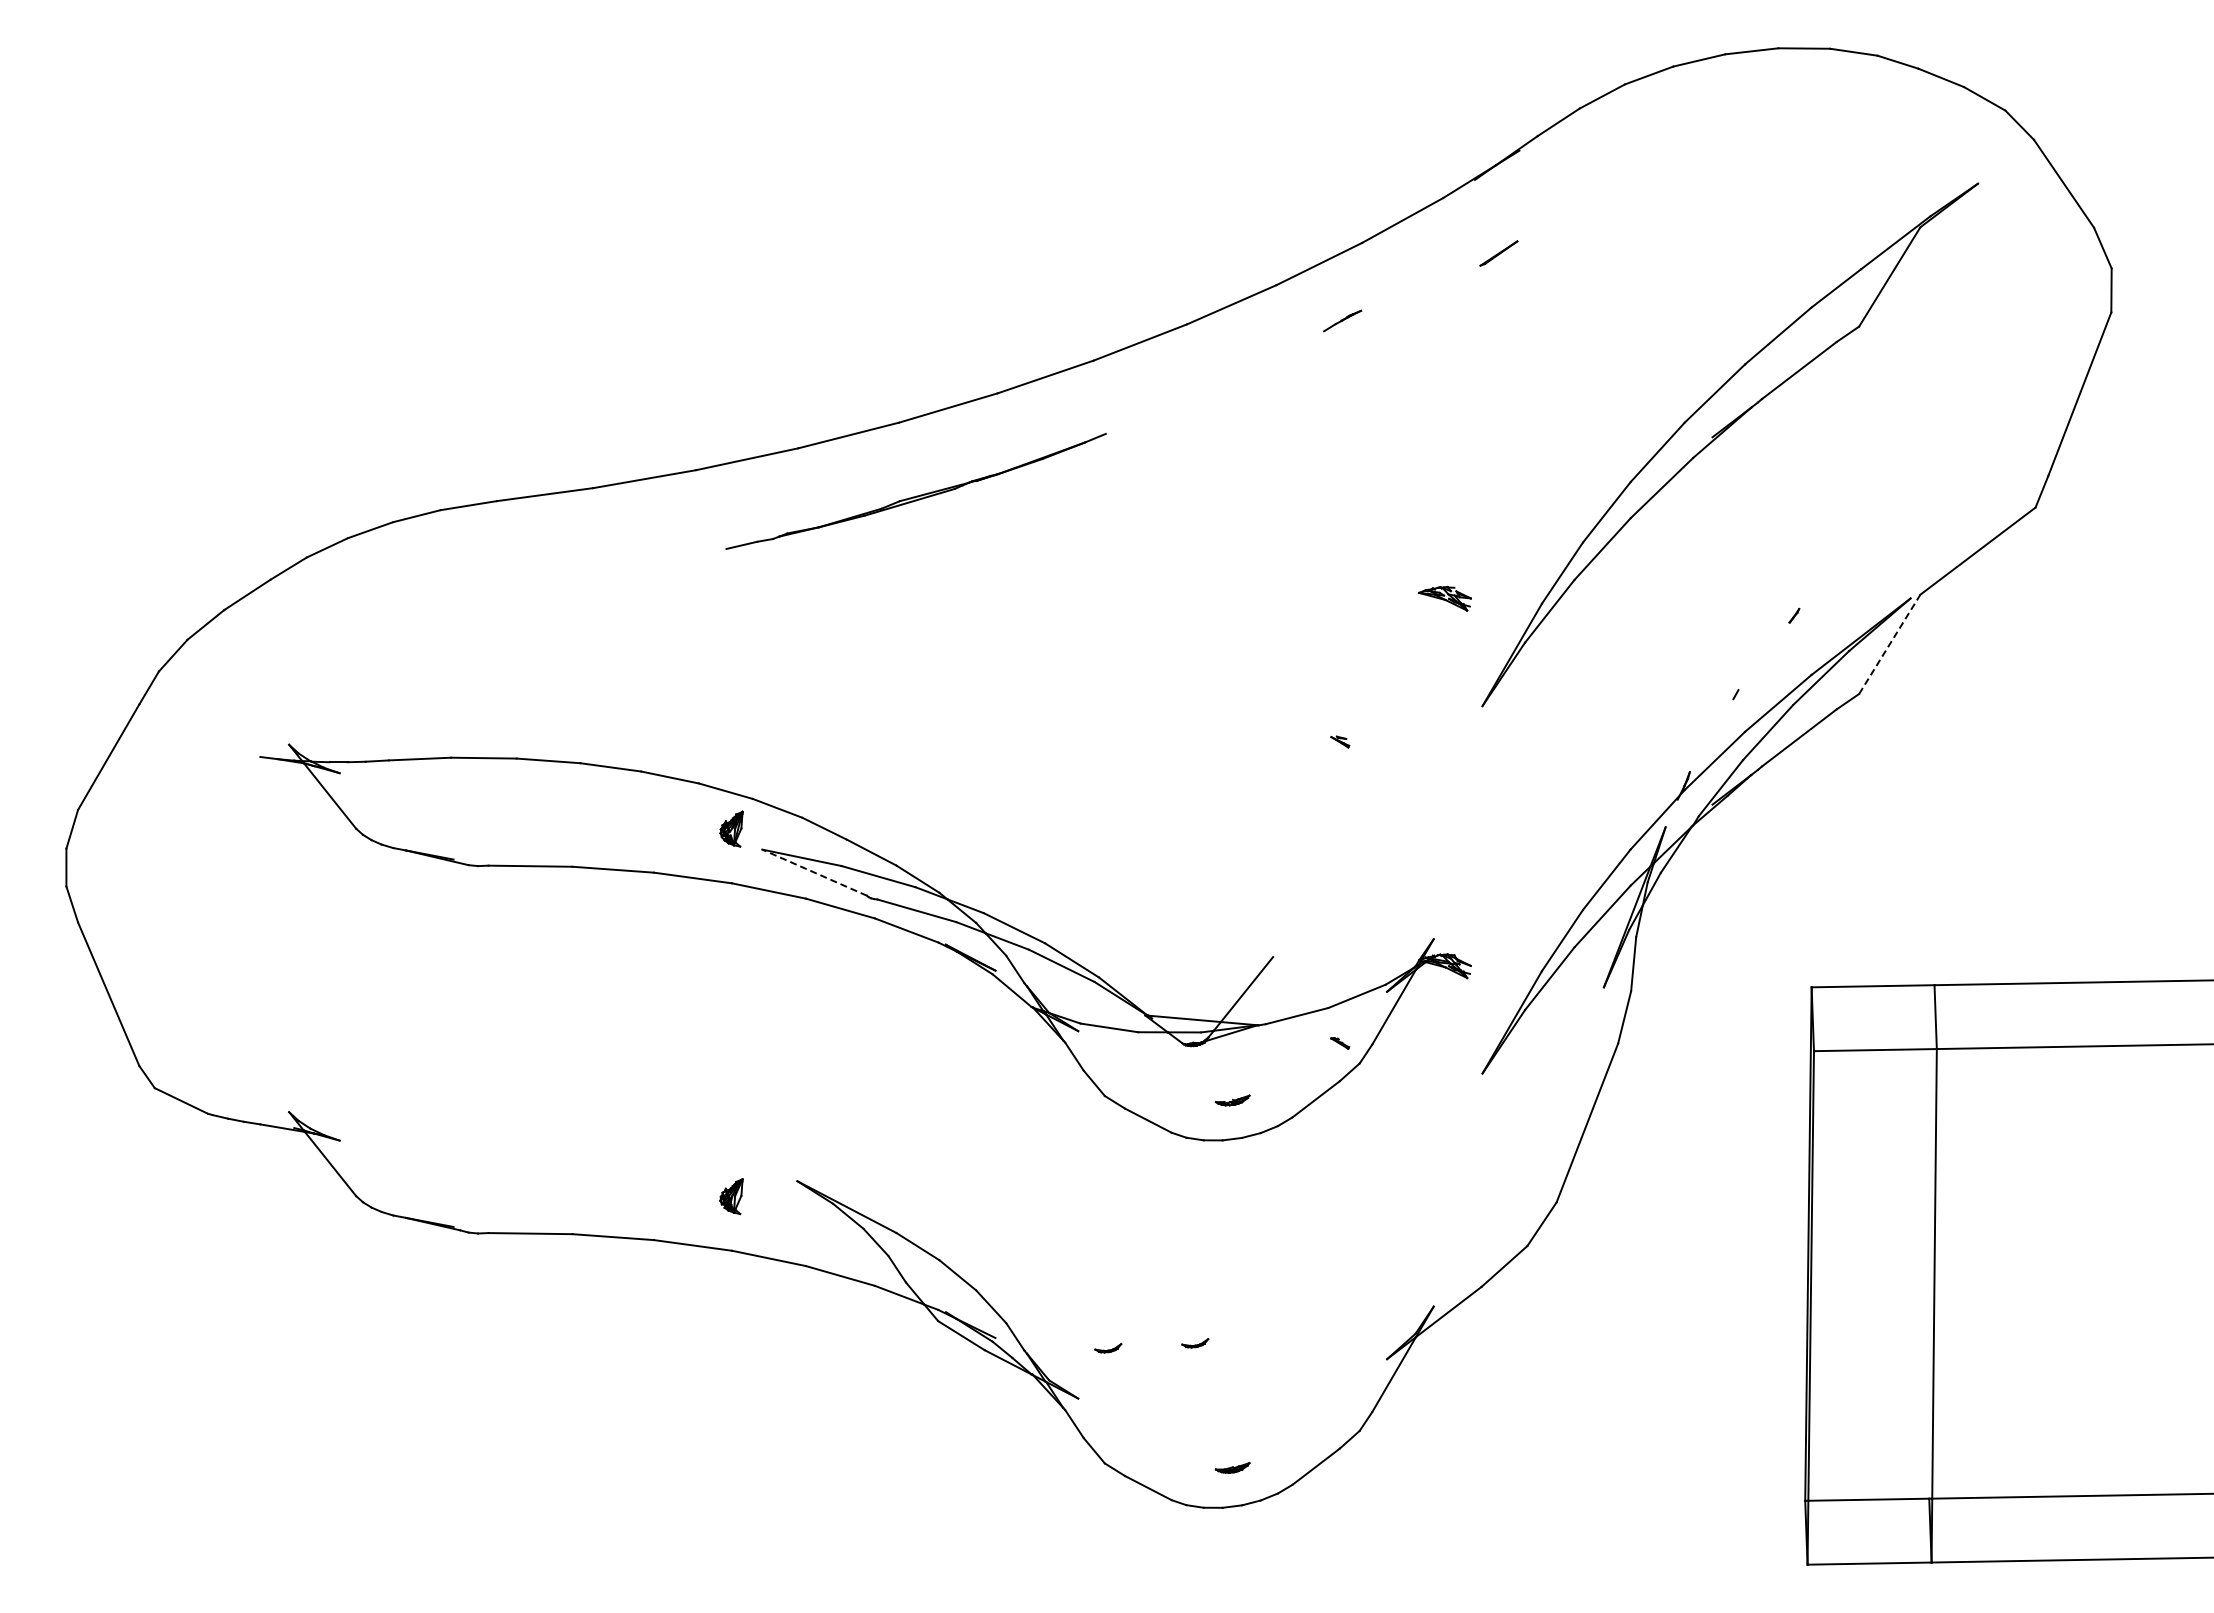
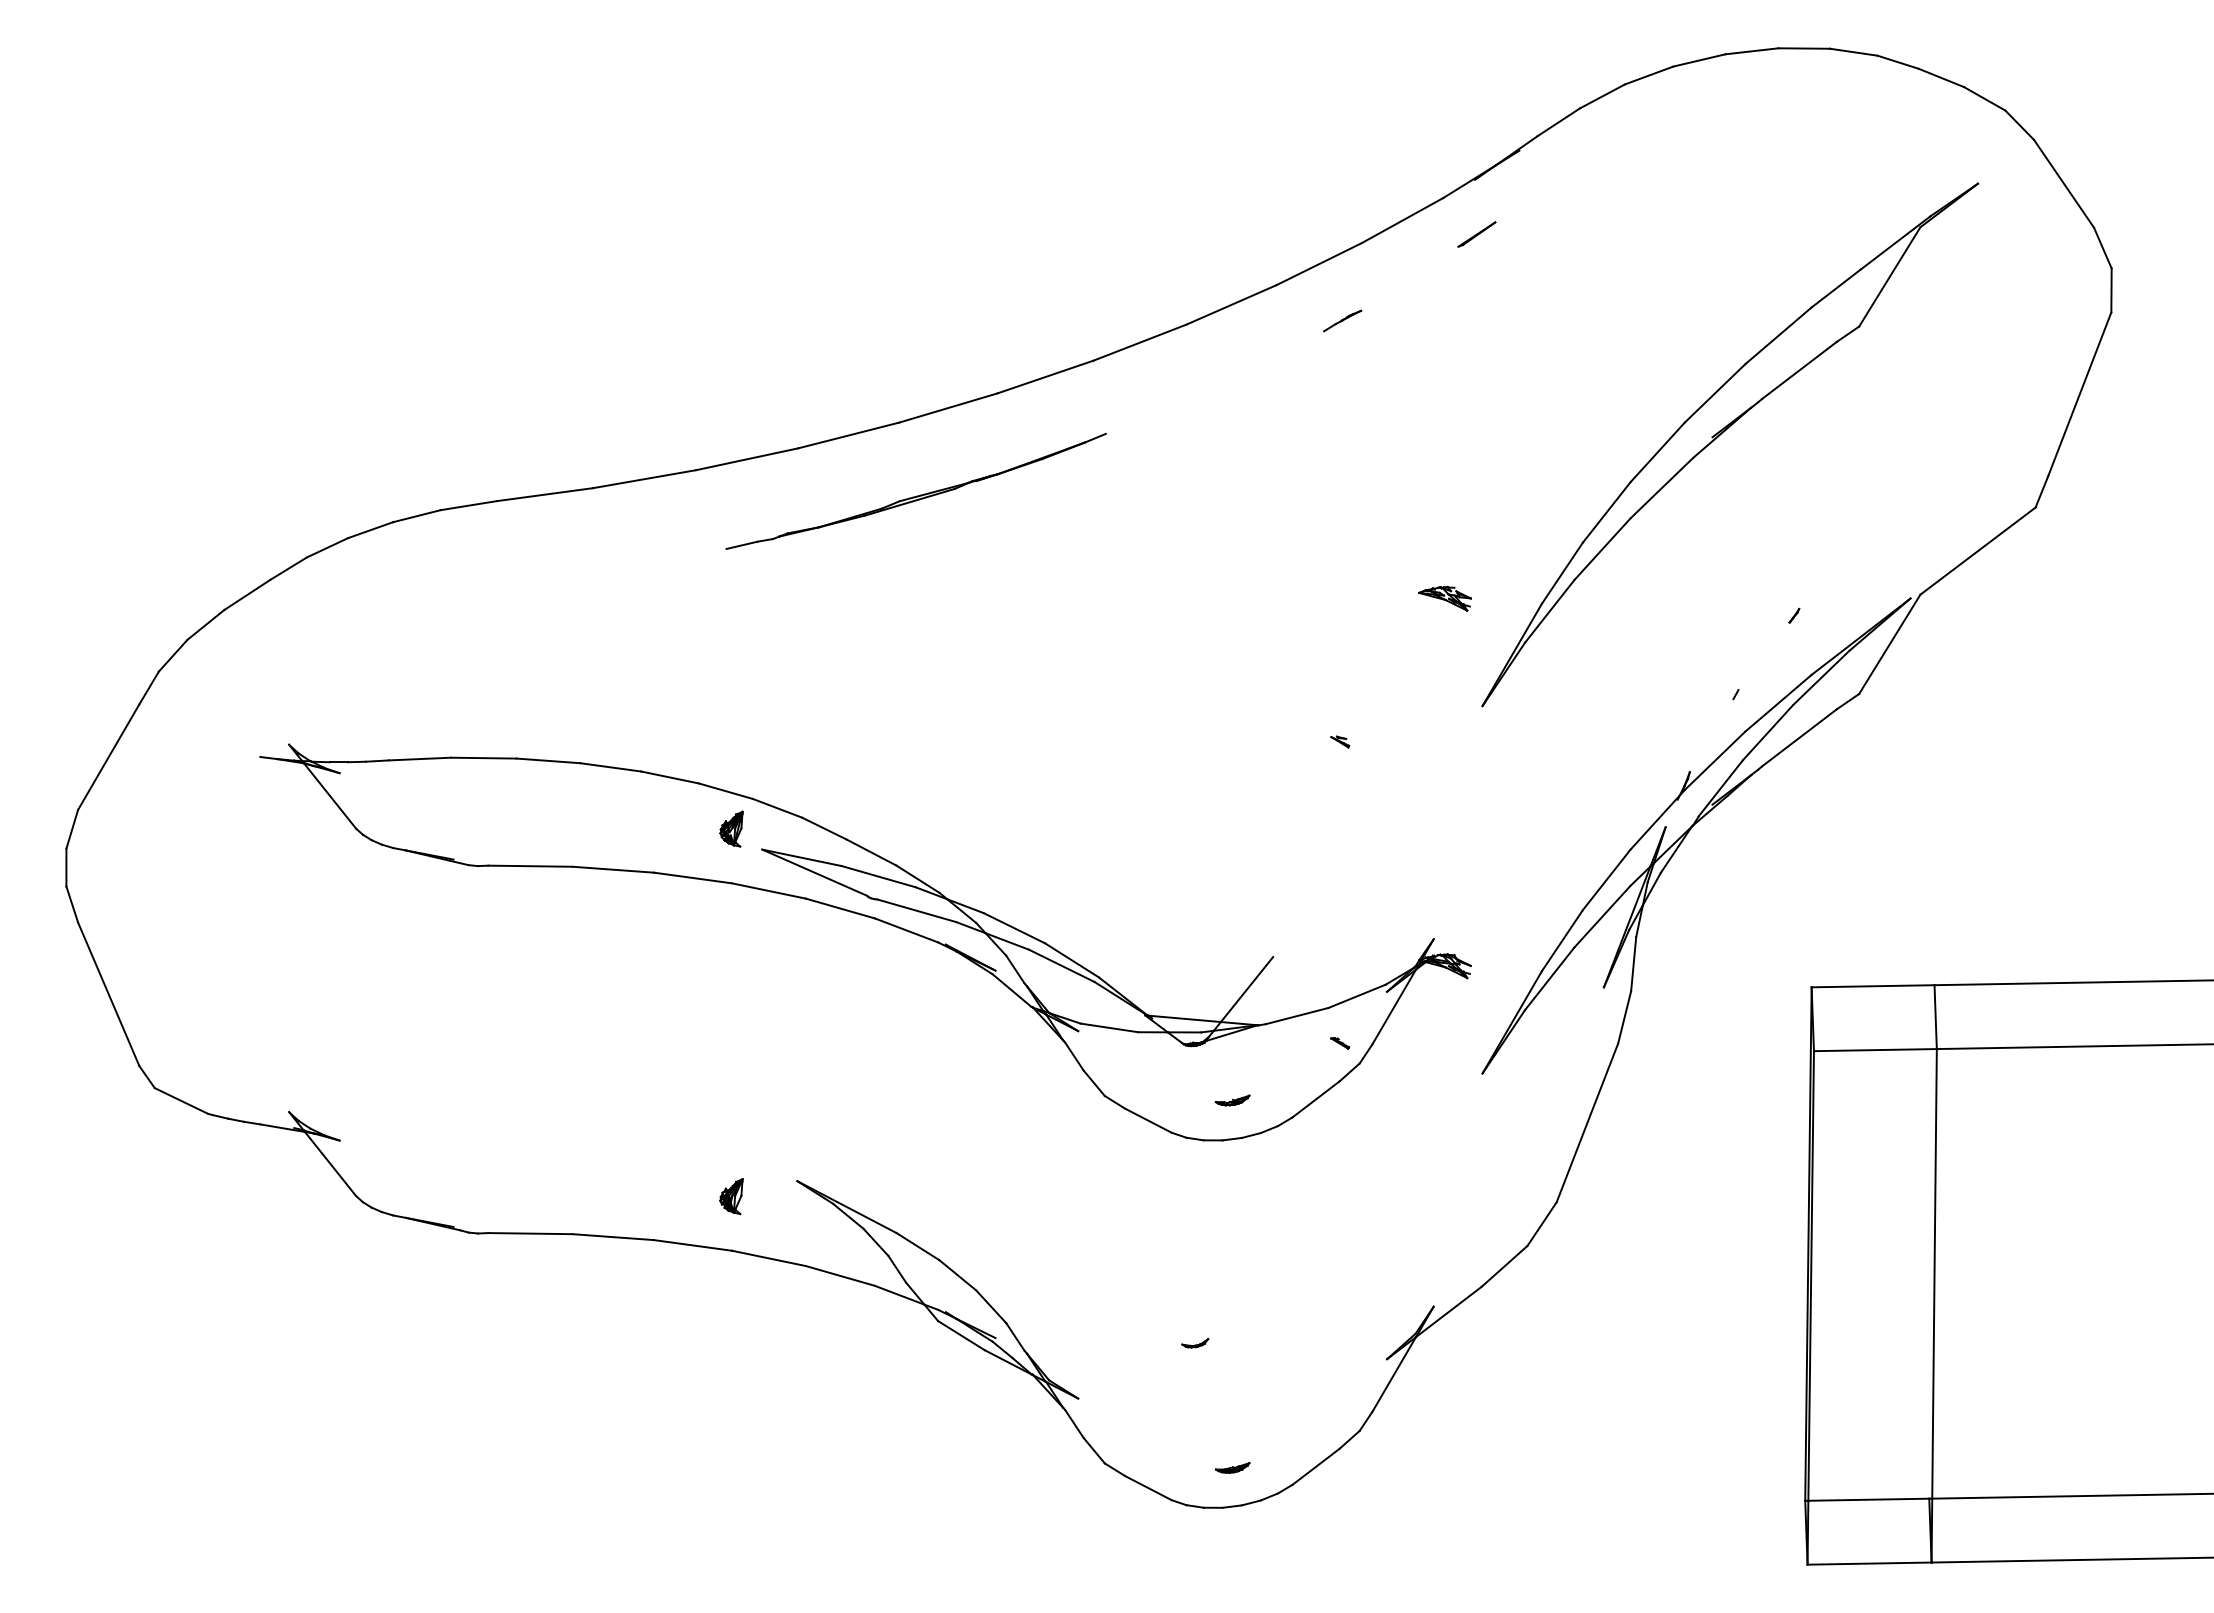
line at (1498, 253) position: (1498, 253) -> (1476, 234)
line at (1890, 643): dashed -> solid
line at (814, 872): dashed -> solid
part at (1108, 1348): present -> none
